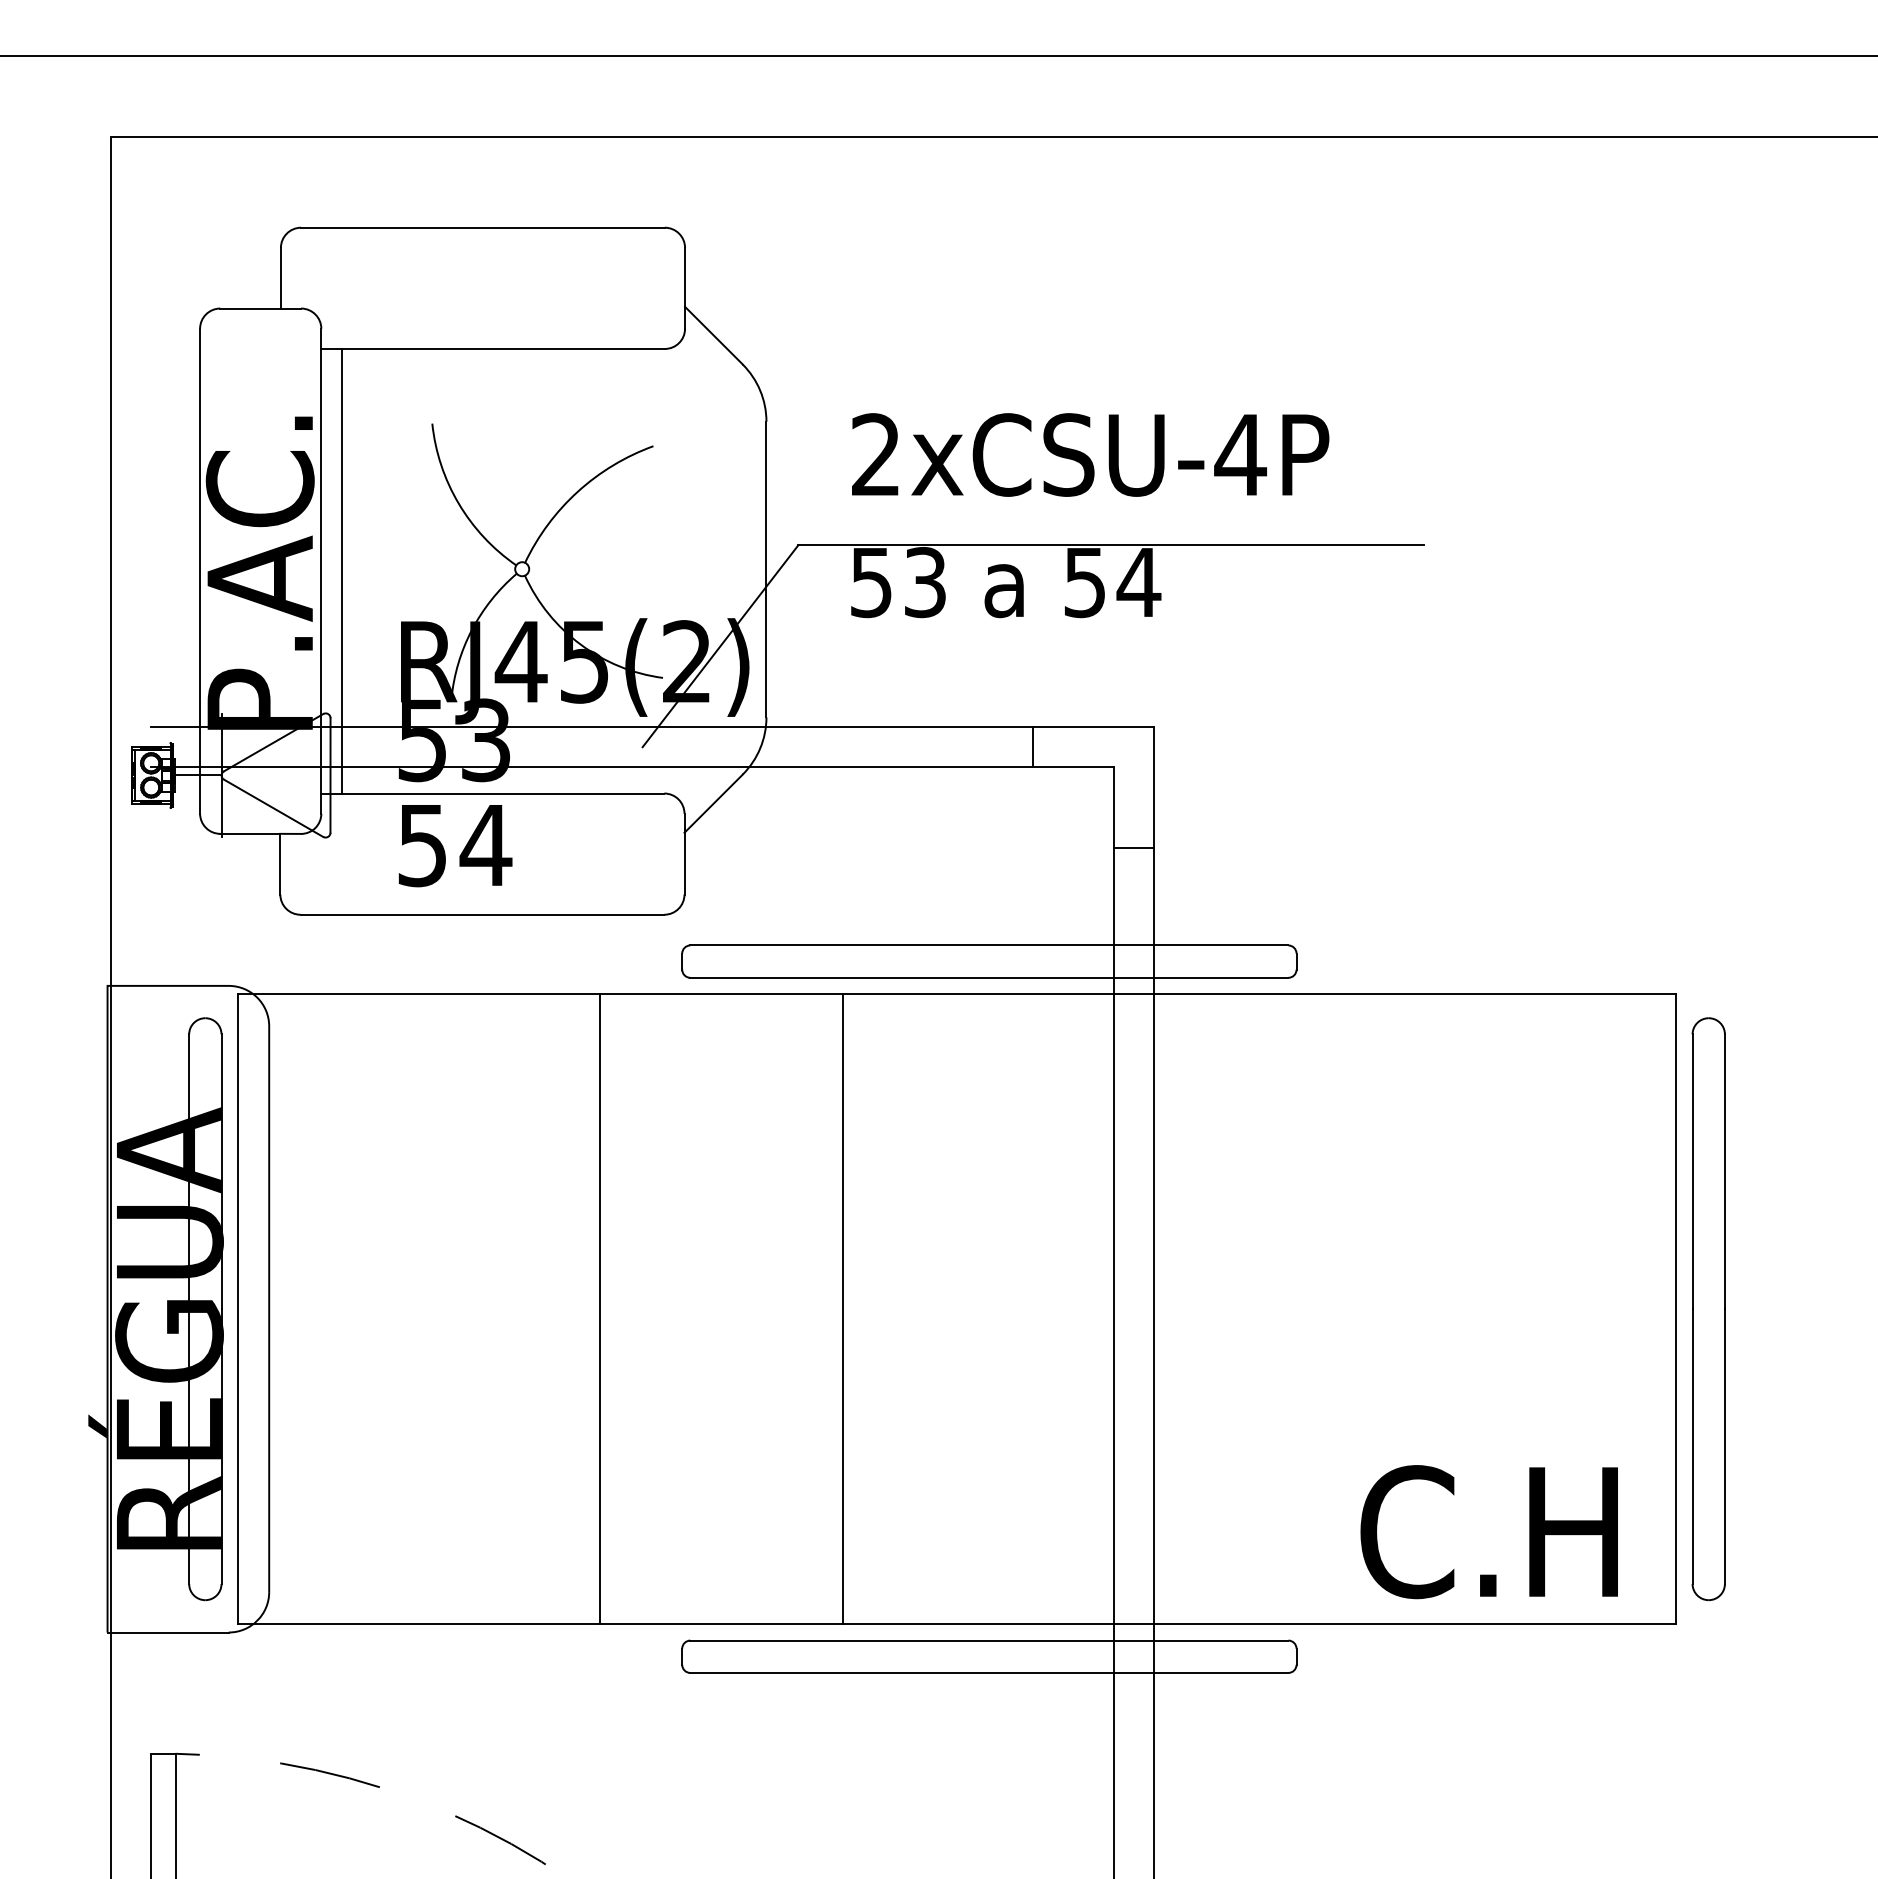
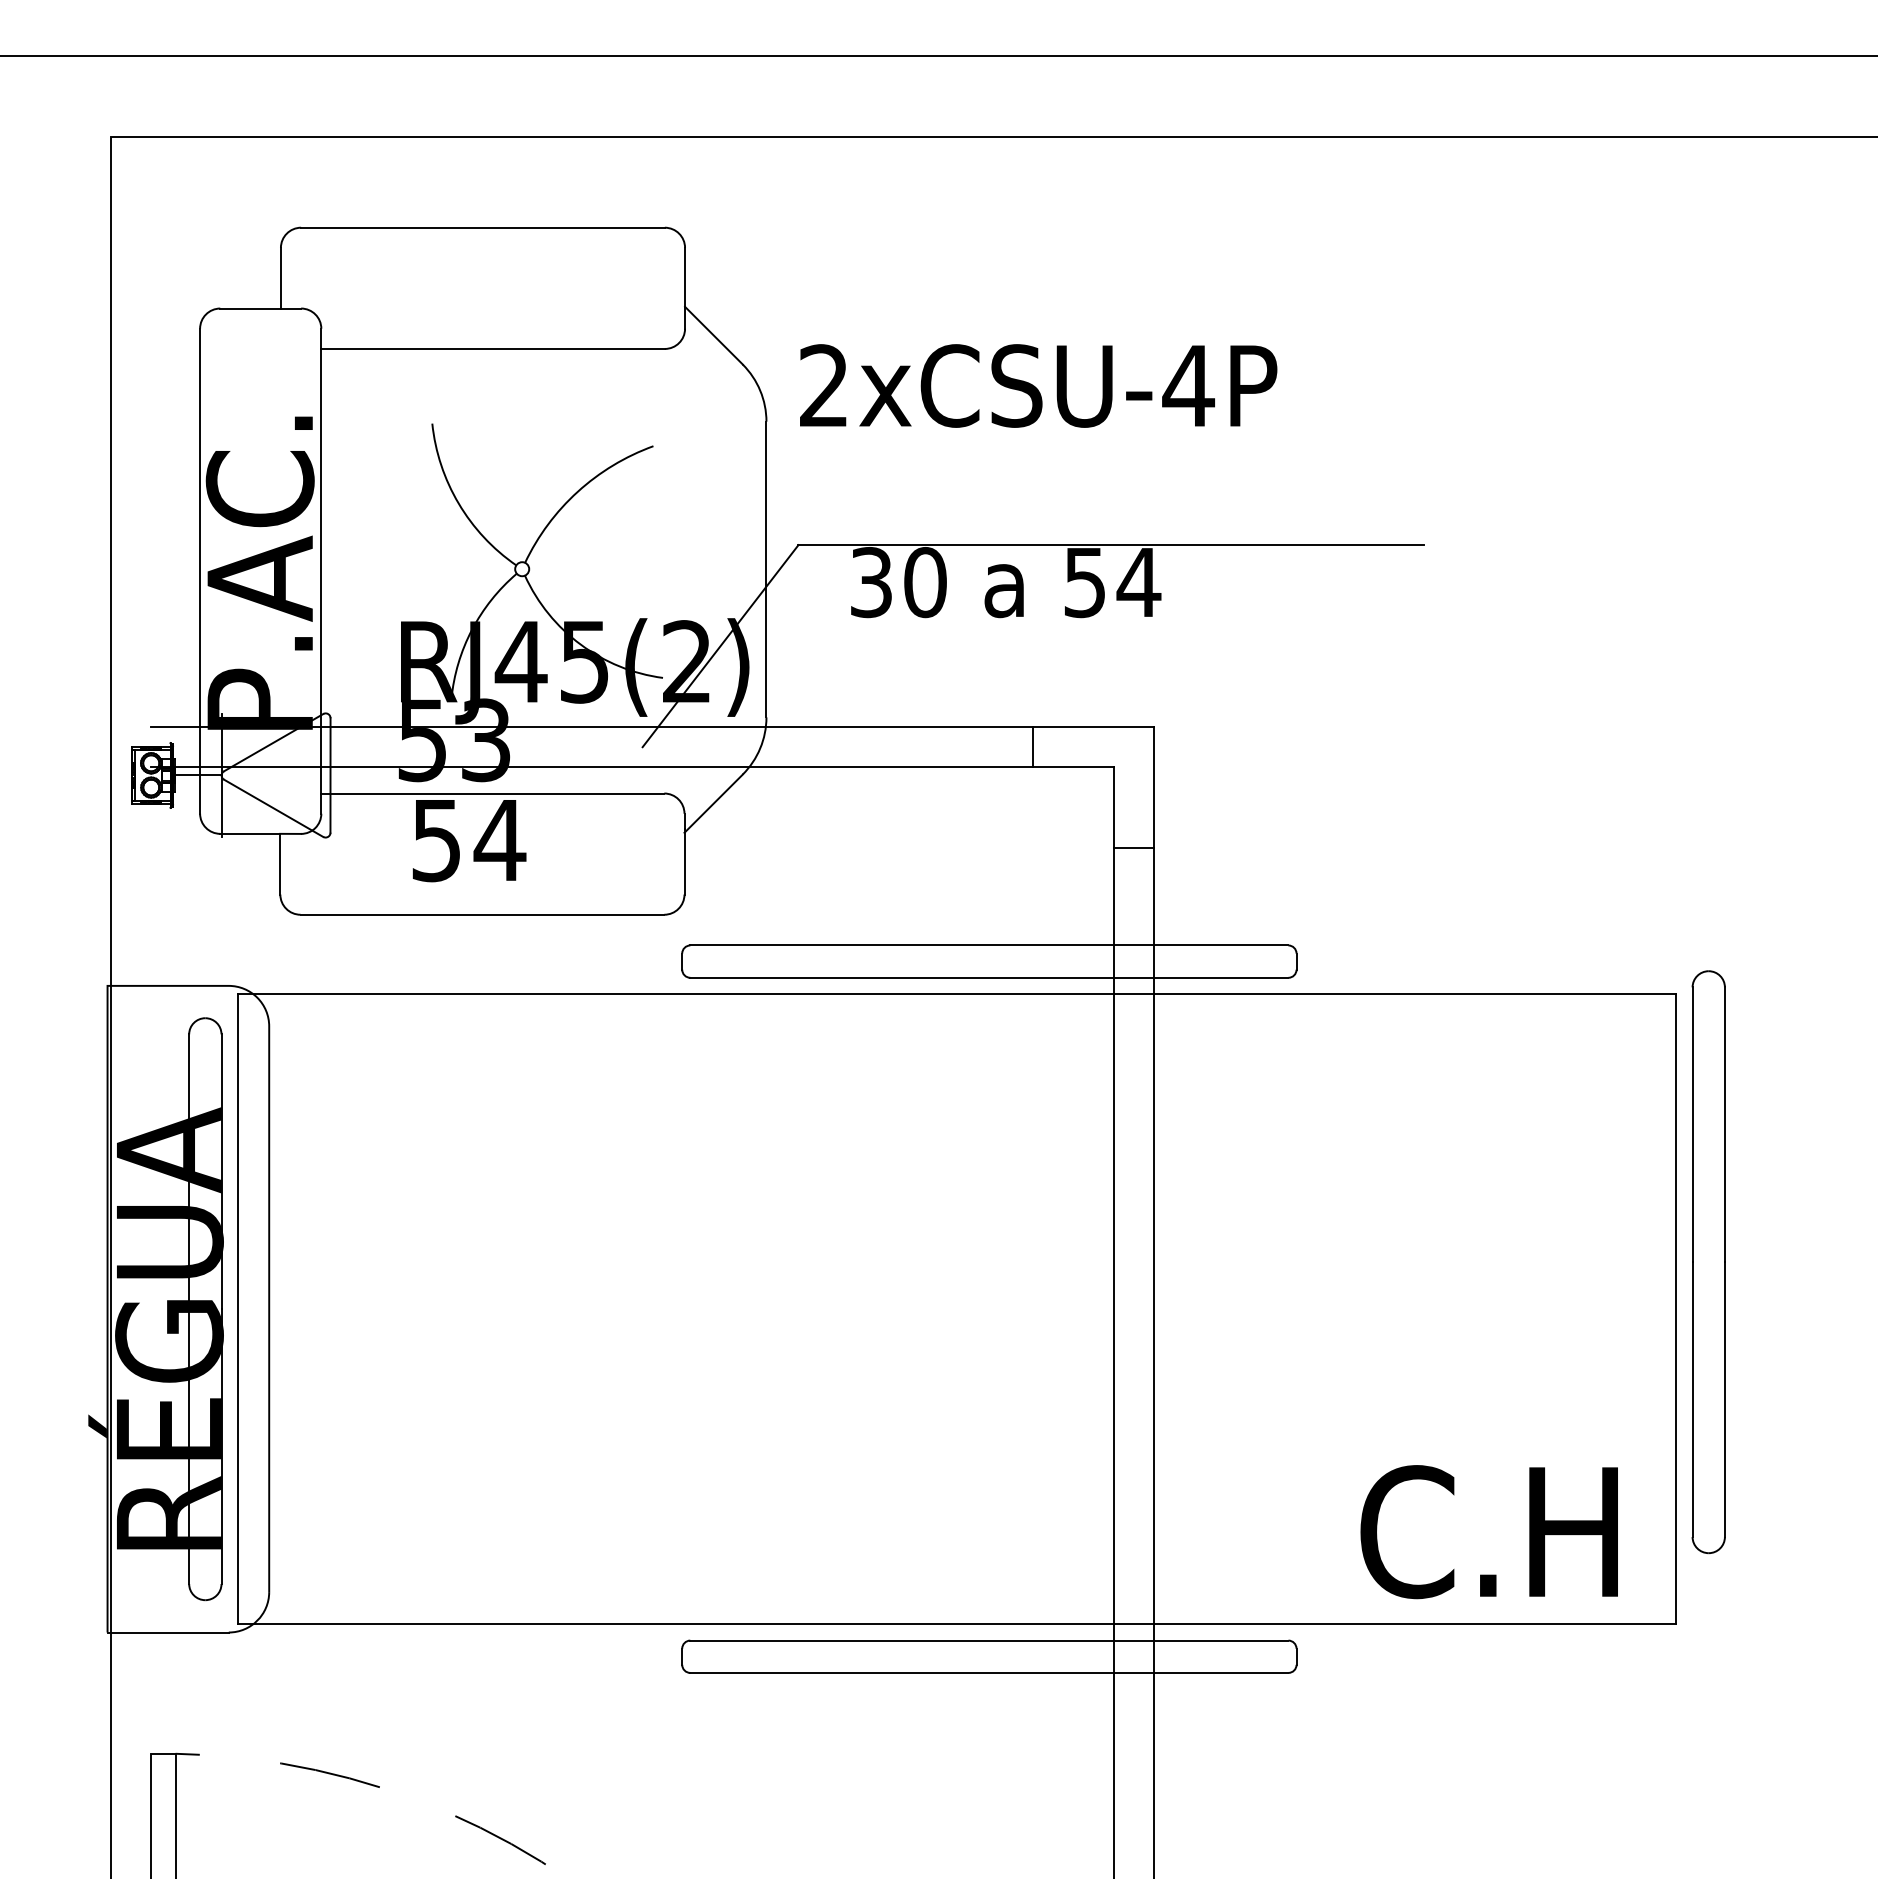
text at (1090, 454) position: (1090, 454) -> (1038, 385)
line at (341, 570): present -> none
text at (898, 582): 53 -> 30
text at (455, 846) position: (455, 846) -> (469, 841)
line at (600, 1308): present -> none
line at (842, 1308): present -> none
part at (1708, 1309) position: (1708, 1309) -> (1708, 1262)
